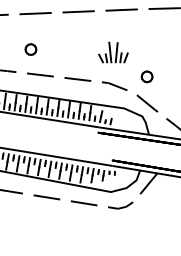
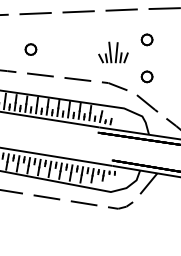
part at (146, 39): none -> present
